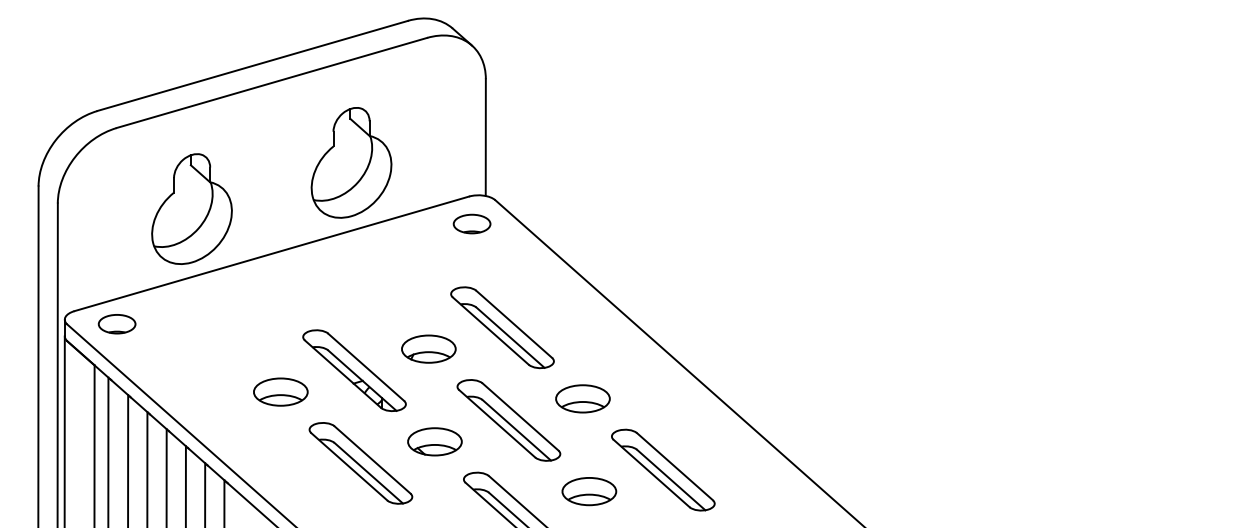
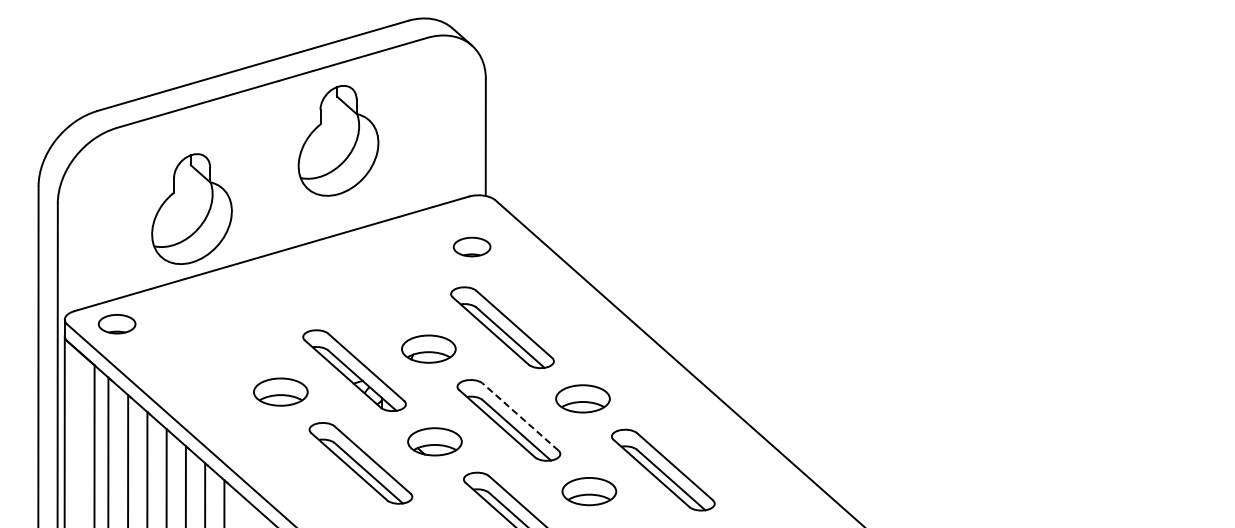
part at (351, 162) position: (351, 162) -> (338, 140)
part at (471, 223) position: (471, 223) -> (471, 246)
line at (520, 417): solid -> dashed
